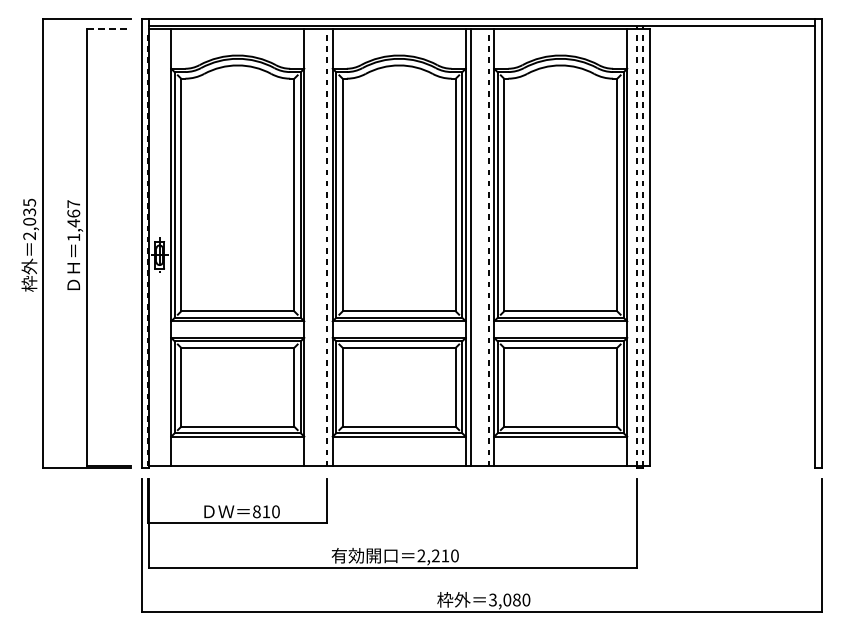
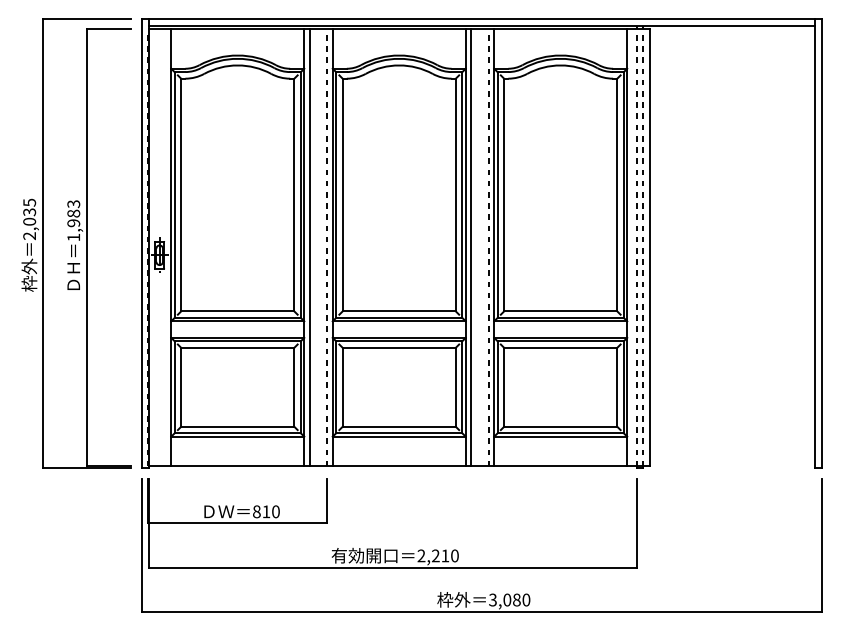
line at (109, 29): dashed -> solid
text at (73, 213): 1,467 -> 1,983
line at (309, 247): none -> present
